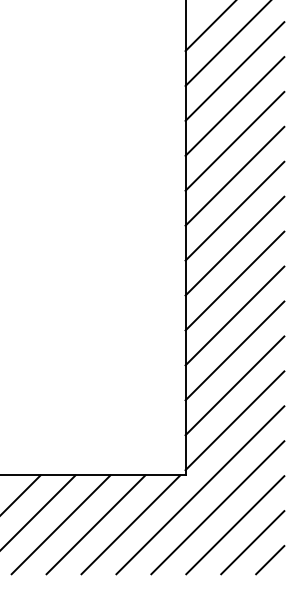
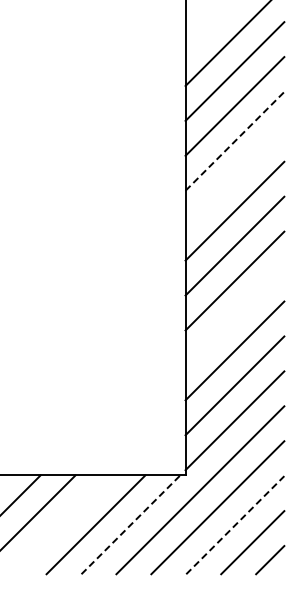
line at (209, 26): present -> none
line at (234, 141): solid -> dashed
line at (234, 175): present -> none
line at (234, 315): present -> none
line at (60, 524): present -> none
line at (130, 524): solid -> dashed
line at (235, 524): solid -> dashed
